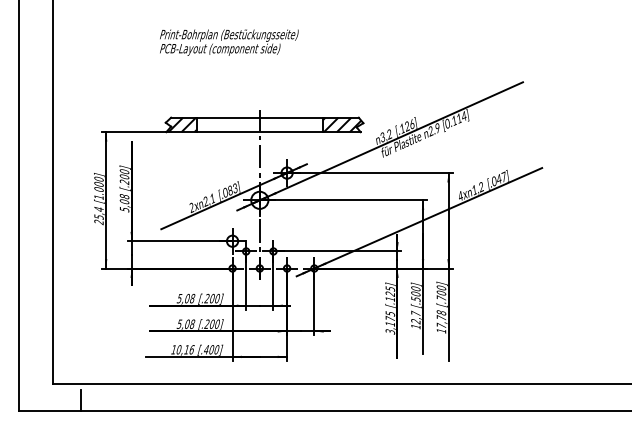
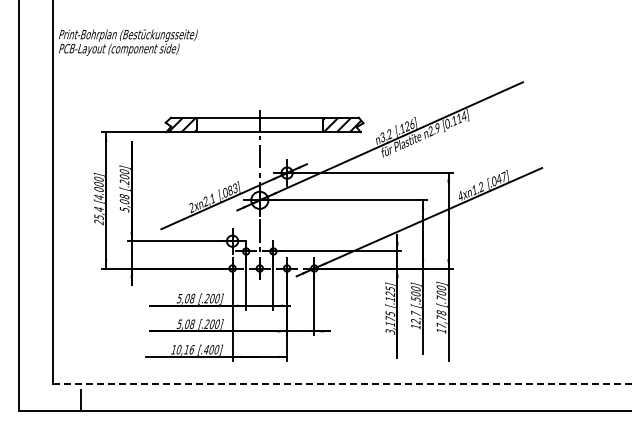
text at (229, 42) position: (229, 42) -> (128, 42)
text at (98, 196): [1.000] -> [4.000]
line at (342, 384): solid -> dashed
